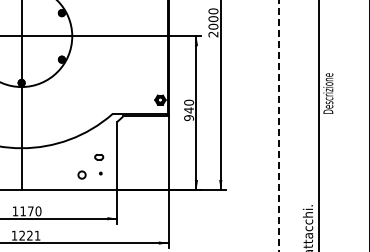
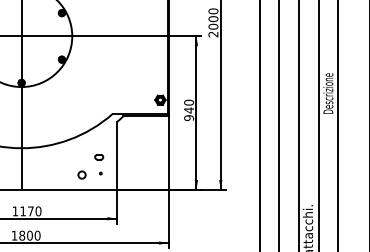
line at (259, 125): none -> present
line at (279, 125): dashed -> solid
line at (298, 125): none -> present
line at (338, 125): none -> present
text at (29, 235): 1221 -> 1800
